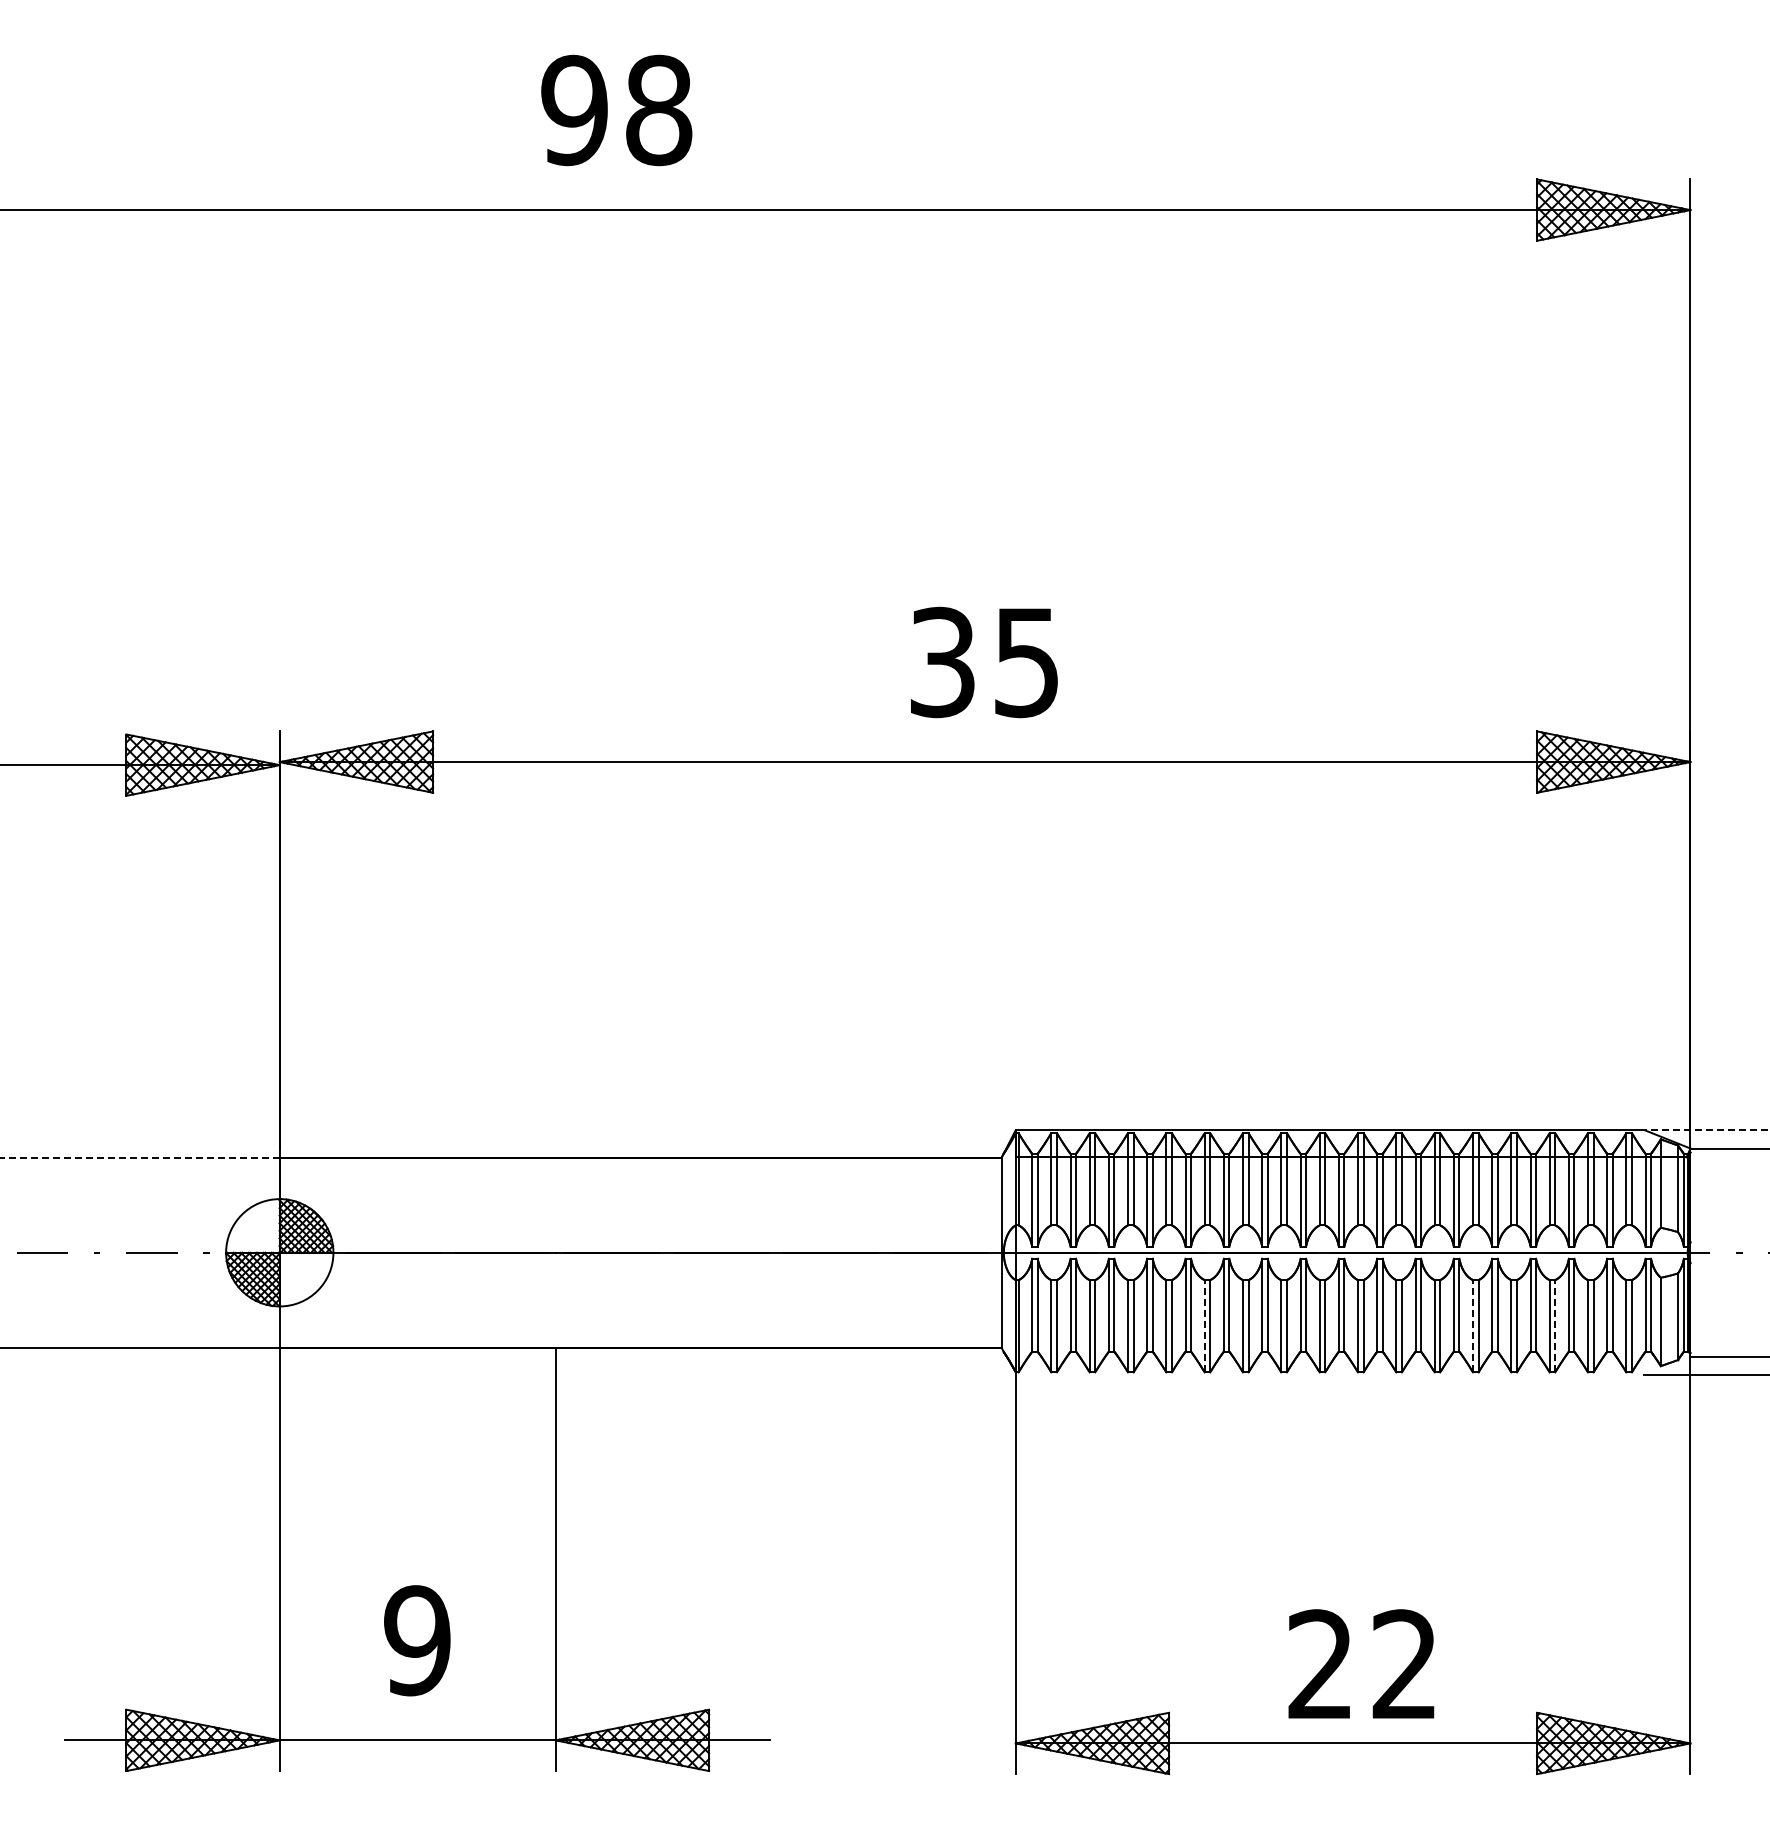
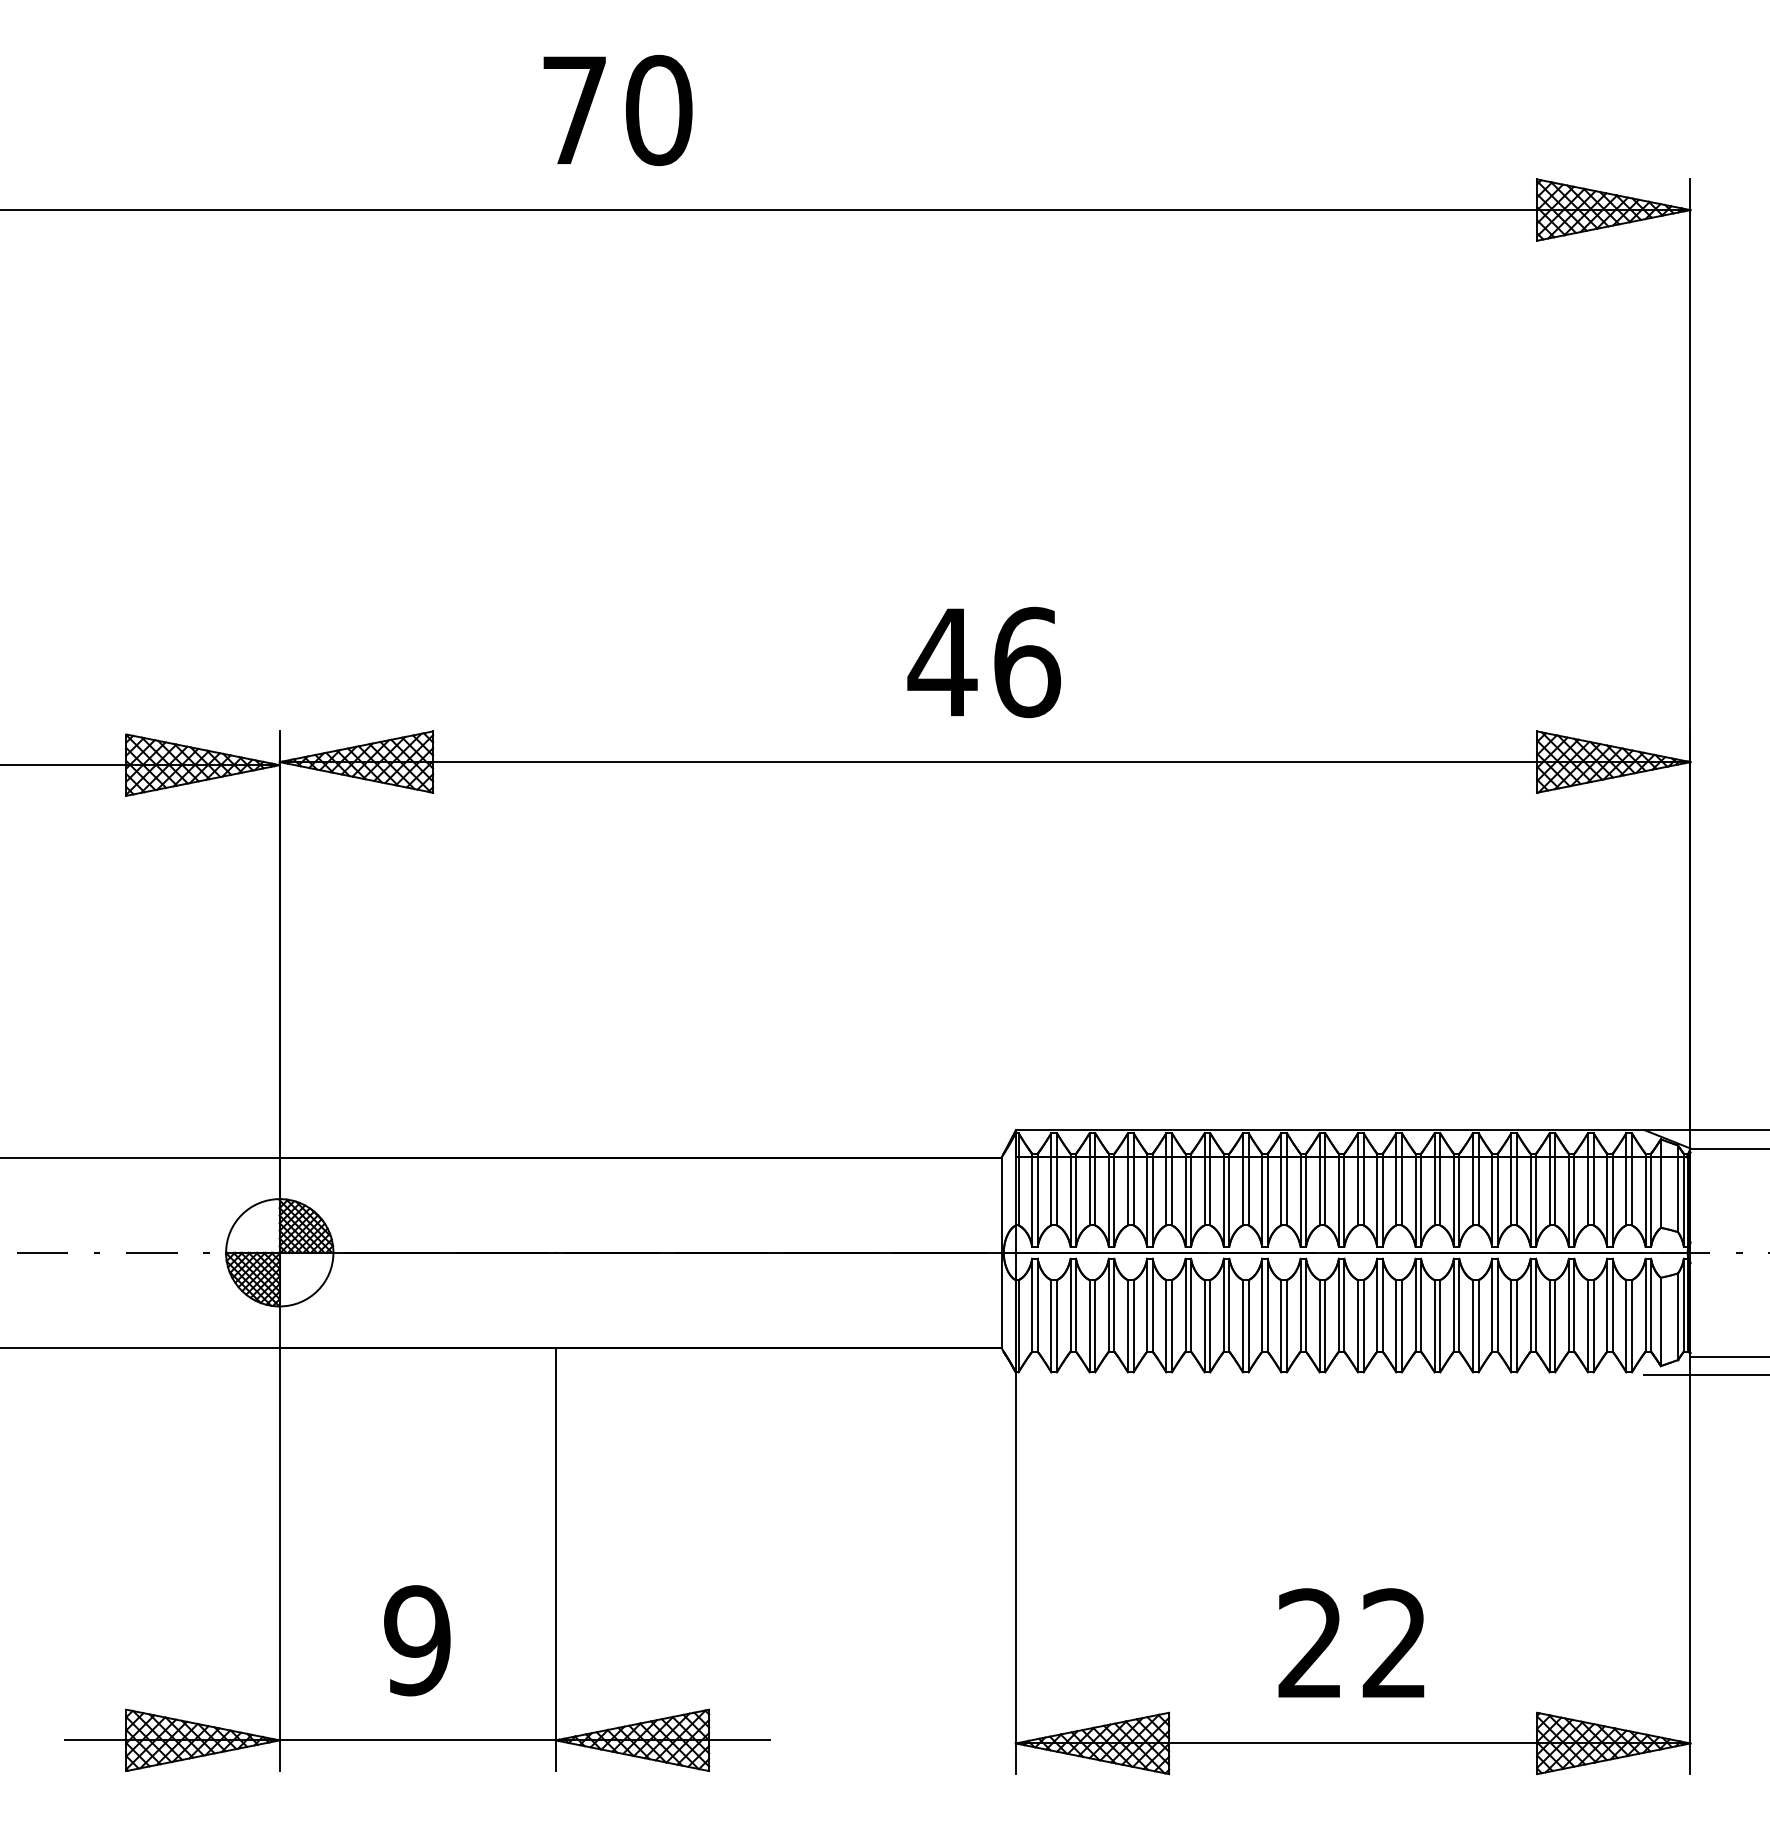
text at (616, 110): 98 -> 70
text at (984, 662): 35 -> 46
line at (1706, 1130): dashed -> solid
line at (139, 1157): dashed -> solid
line at (1204, 1325): dashed -> solid
line at (1473, 1325): dashed -> solid
line at (1555, 1325): dashed -> solid
text at (1361, 1663) position: (1361, 1663) -> (1351, 1642)
